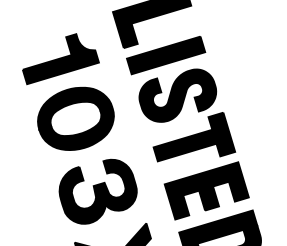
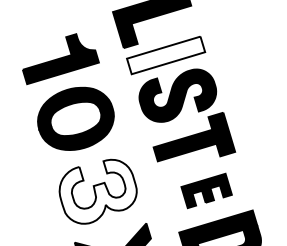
fill at (166, 55): present -> none
part at (206, 190) size: 87x60 px -> 53x38 px
fill at (97, 191): present -> none
